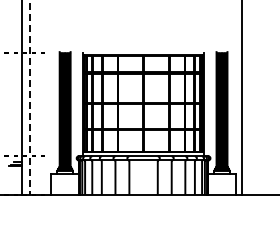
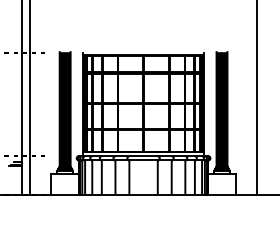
line at (30, 98): dashed -> solid
line at (242, 98) position: (242, 98) -> (257, 98)
